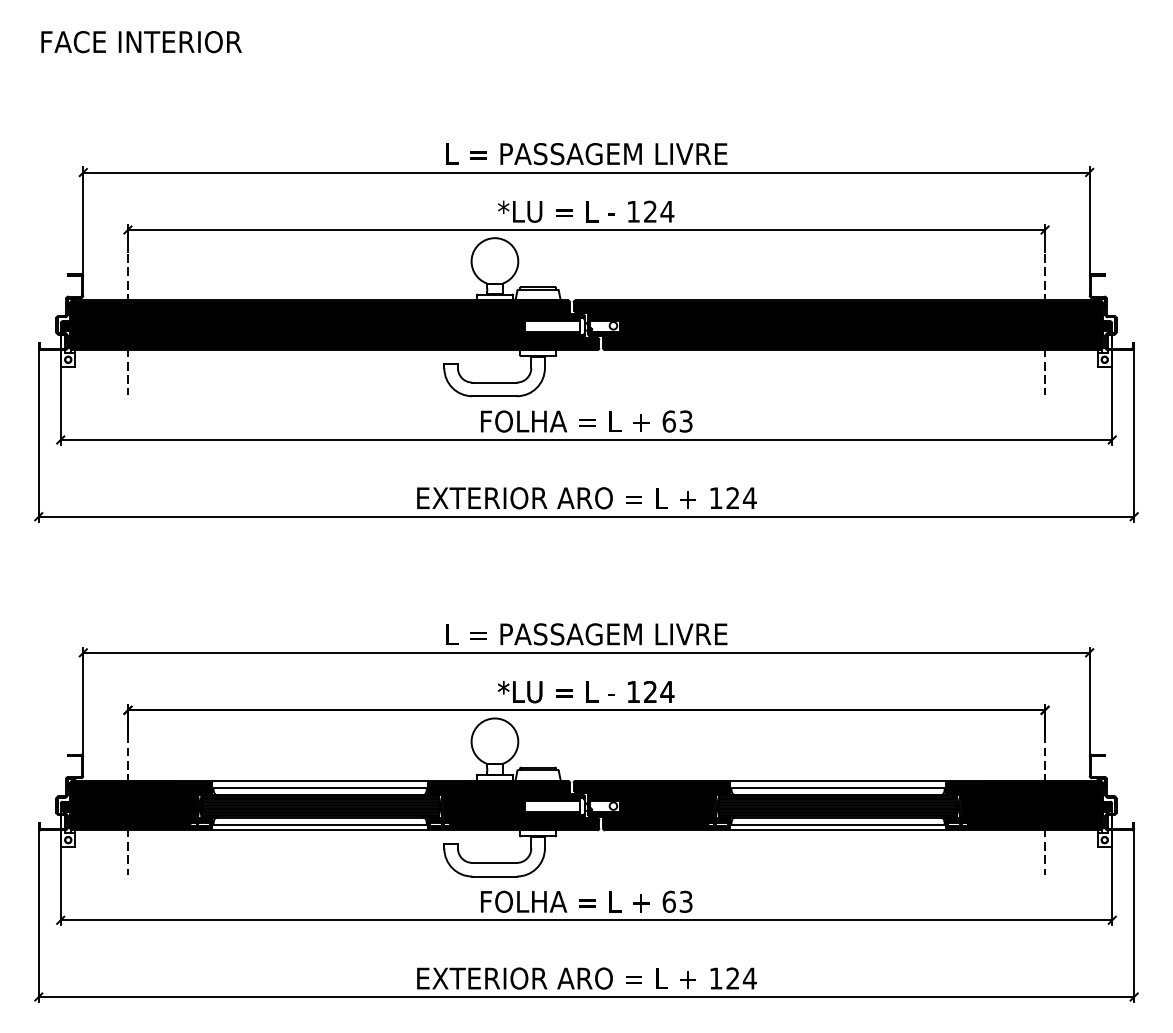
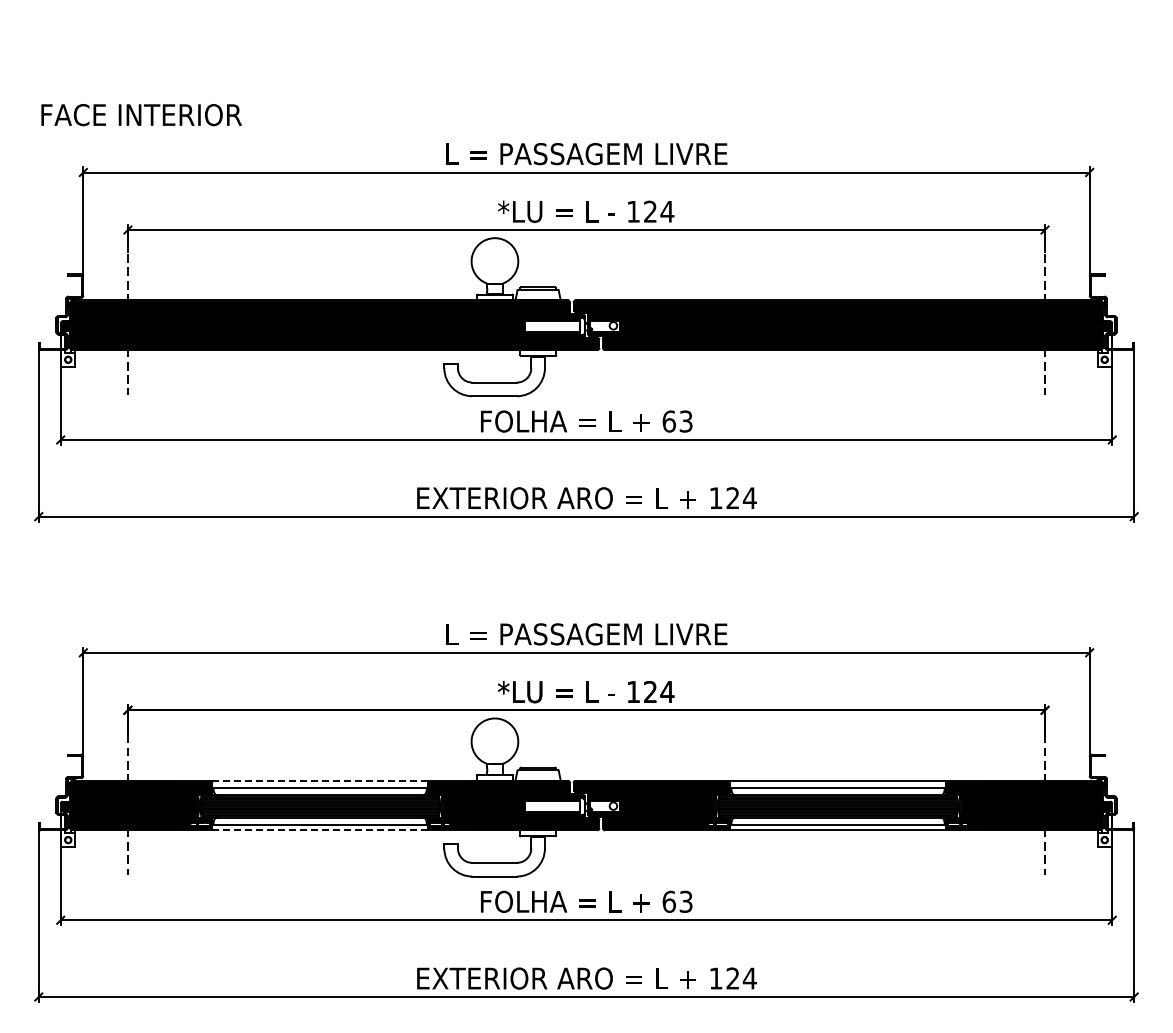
text at (141, 42) position: (141, 42) -> (141, 115)
line at (320, 780): solid -> dashed
line at (320, 830): solid -> dashed
